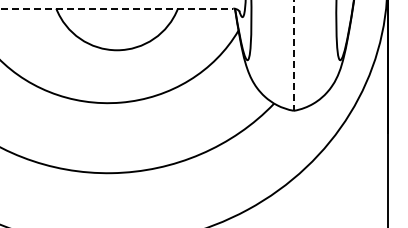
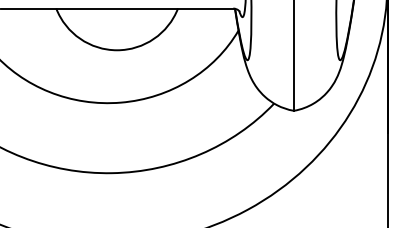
line at (117, 8): dashed -> solid
line at (293, 55): dashed -> solid
